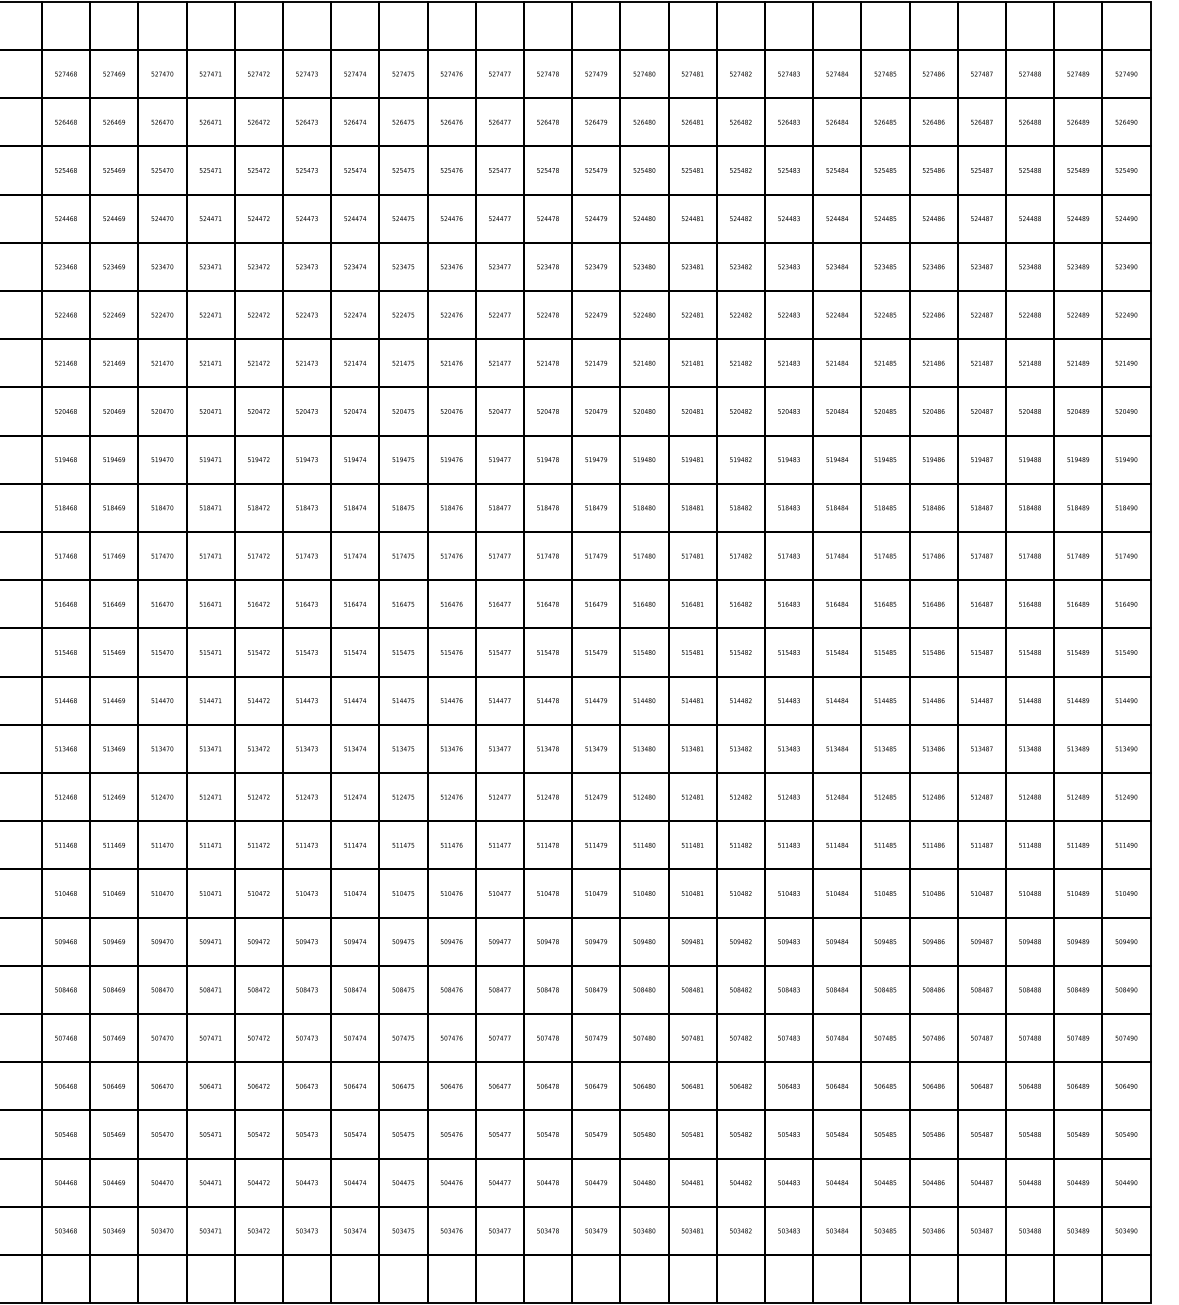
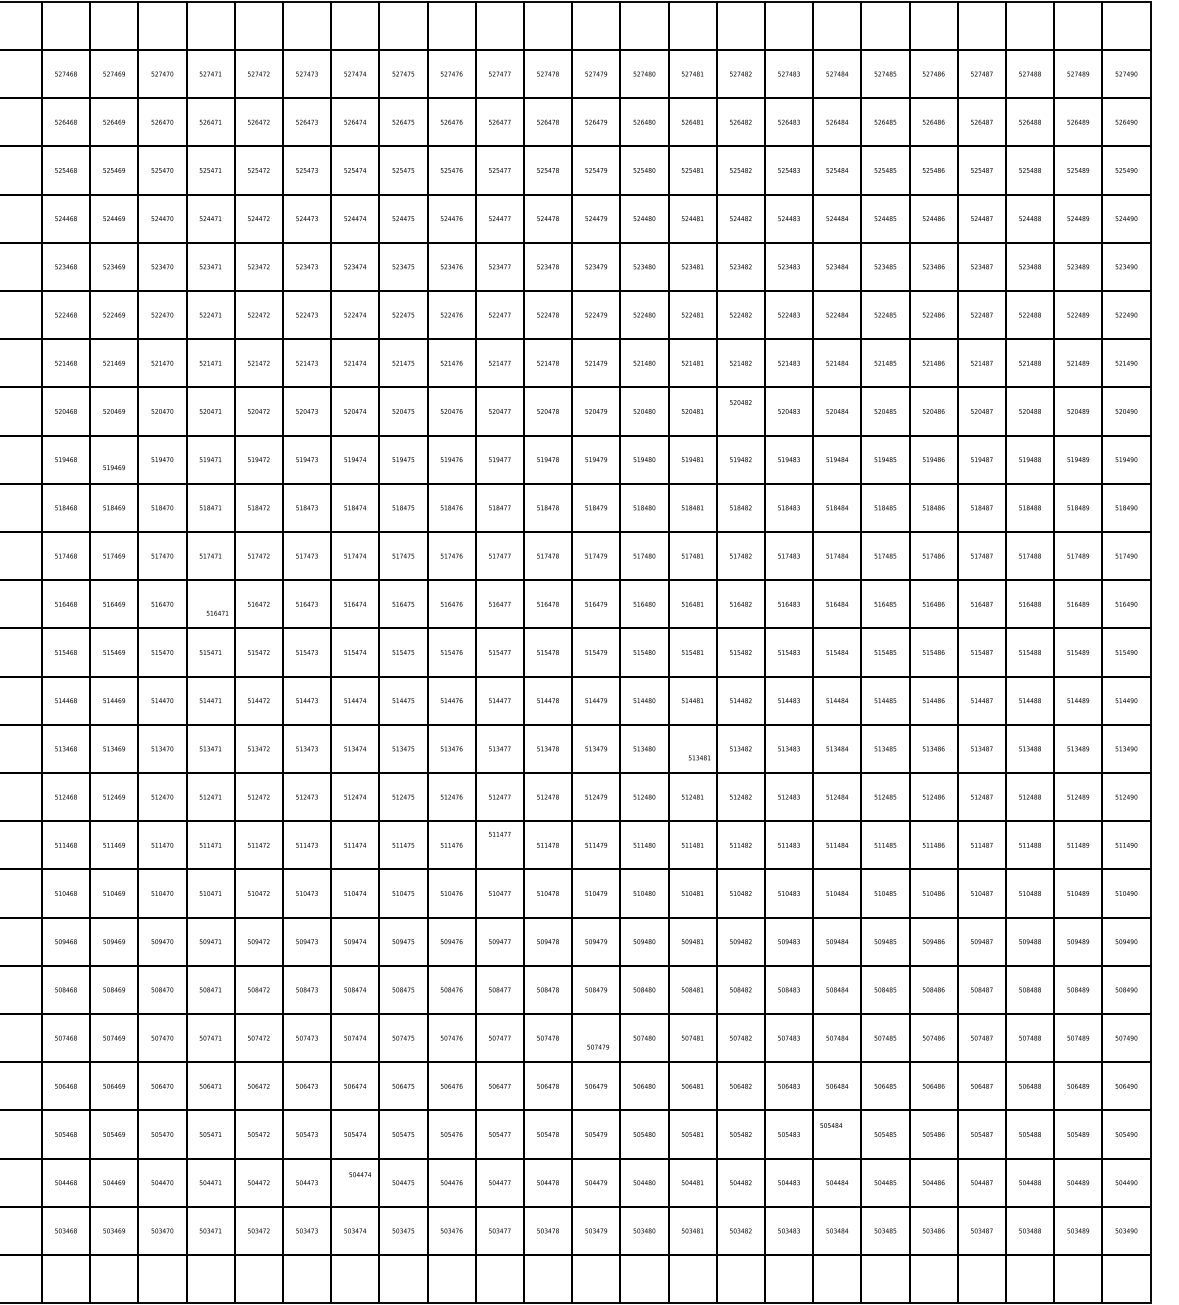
text at (740, 411) position: (740, 411) -> (740, 402)
text at (113, 459) position: (113, 459) -> (113, 467)
text at (210, 603) position: (210, 603) -> (217, 612)
text at (692, 748) position: (692, 748) -> (699, 757)
text at (499, 845) position: (499, 845) -> (499, 834)
text at (596, 1037) position: (596, 1037) -> (598, 1046)
text at (837, 1134) position: (837, 1134) -> (831, 1125)
text at (355, 1182) position: (355, 1182) -> (360, 1174)
